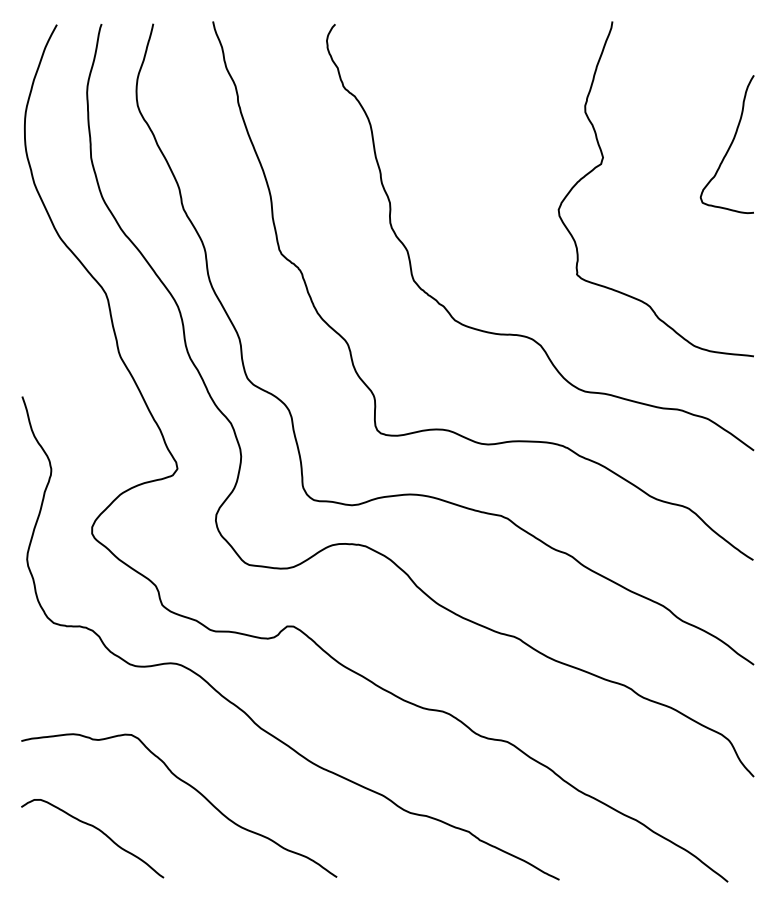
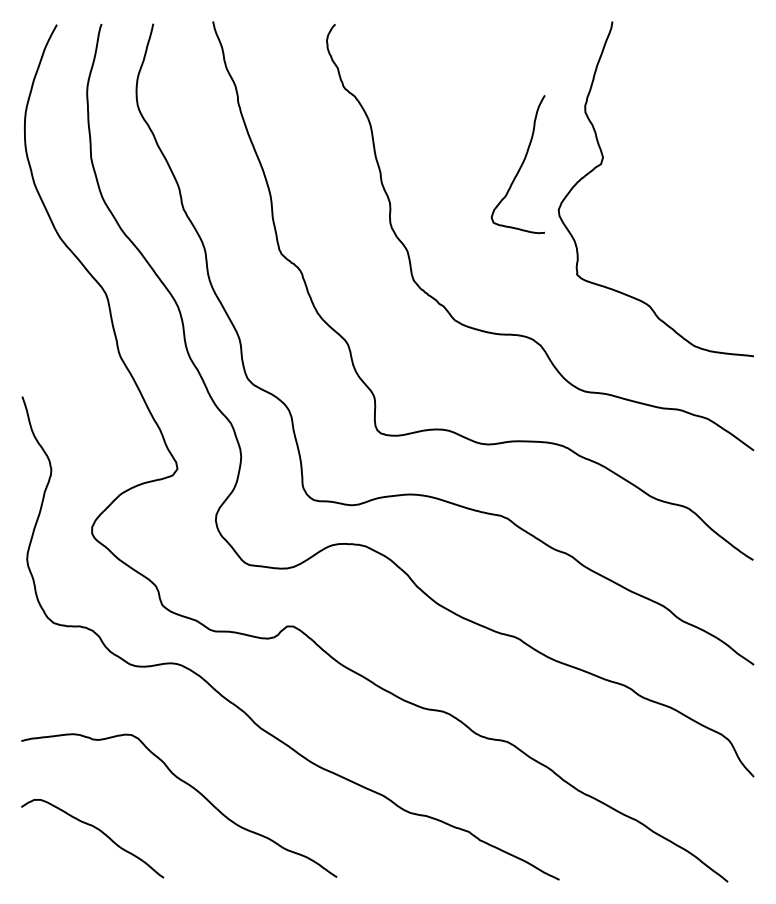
curve at (729, 145) position: (729, 145) -> (520, 165)
